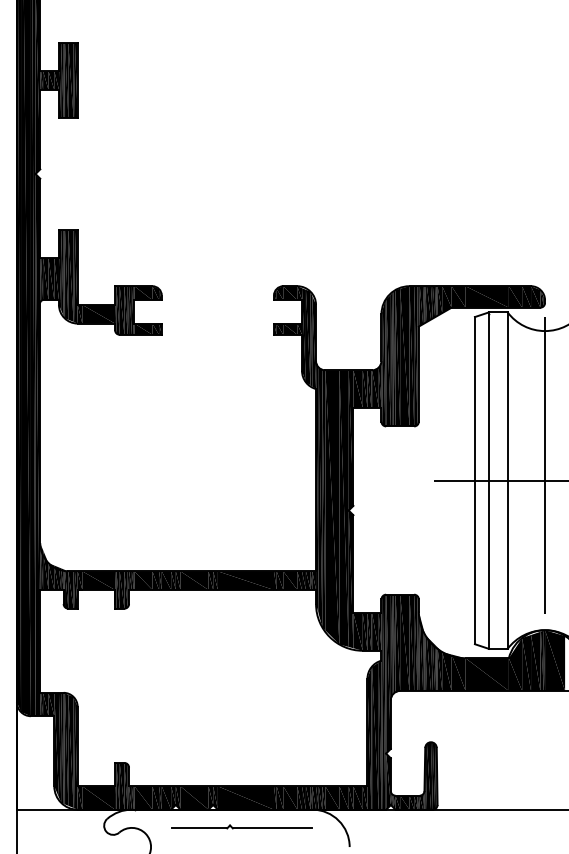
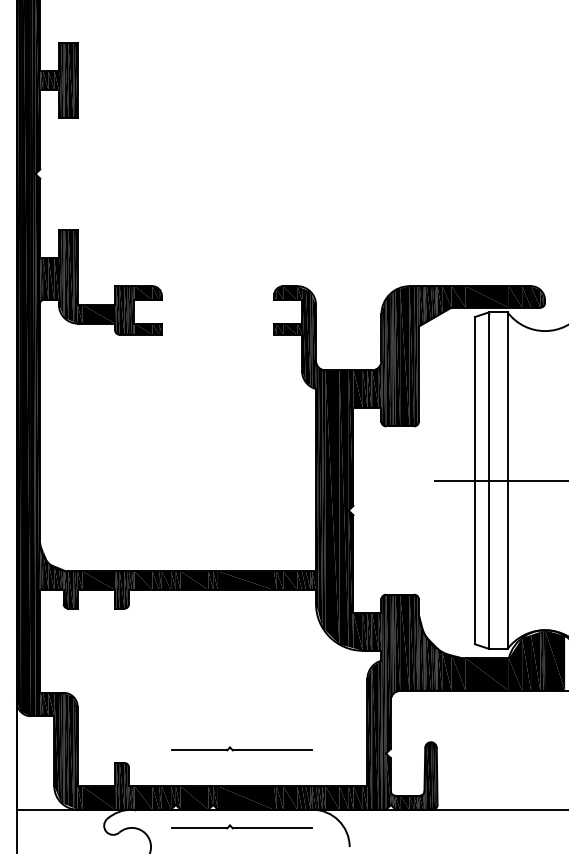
line at (545, 480): present -> none
part at (241, 748): none -> present
